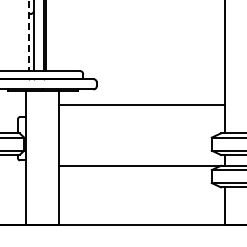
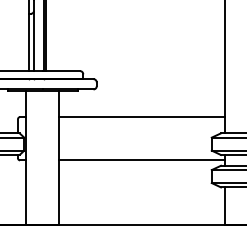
line at (29, 36): dashed -> solid
line at (141, 105) position: (141, 105) -> (141, 117)
line at (141, 166) position: (141, 166) -> (141, 160)
